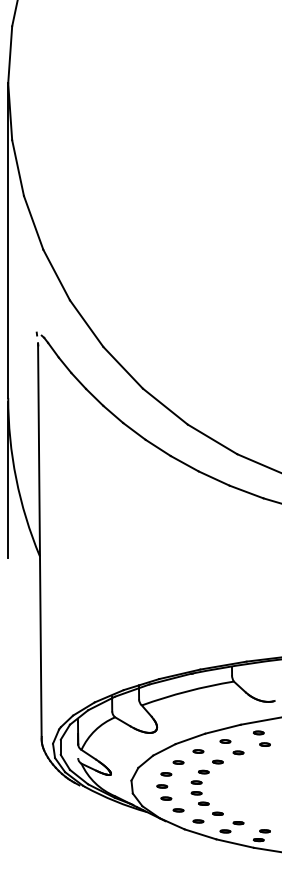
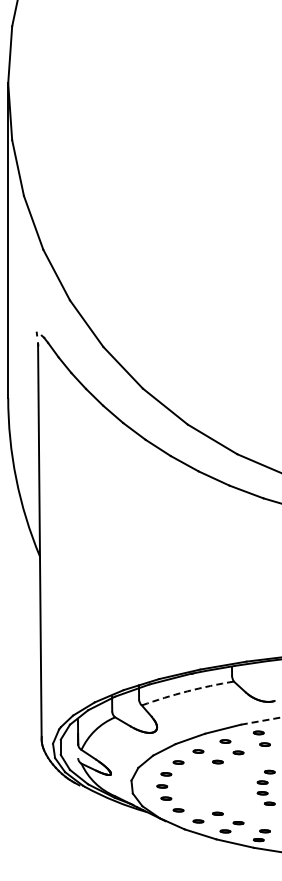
line at (8, 479): present -> none
arc at (187, 691): solid -> dashed
line at (261, 721): solid -> dashed
part at (199, 787) position: (199, 787) -> (265, 787)
